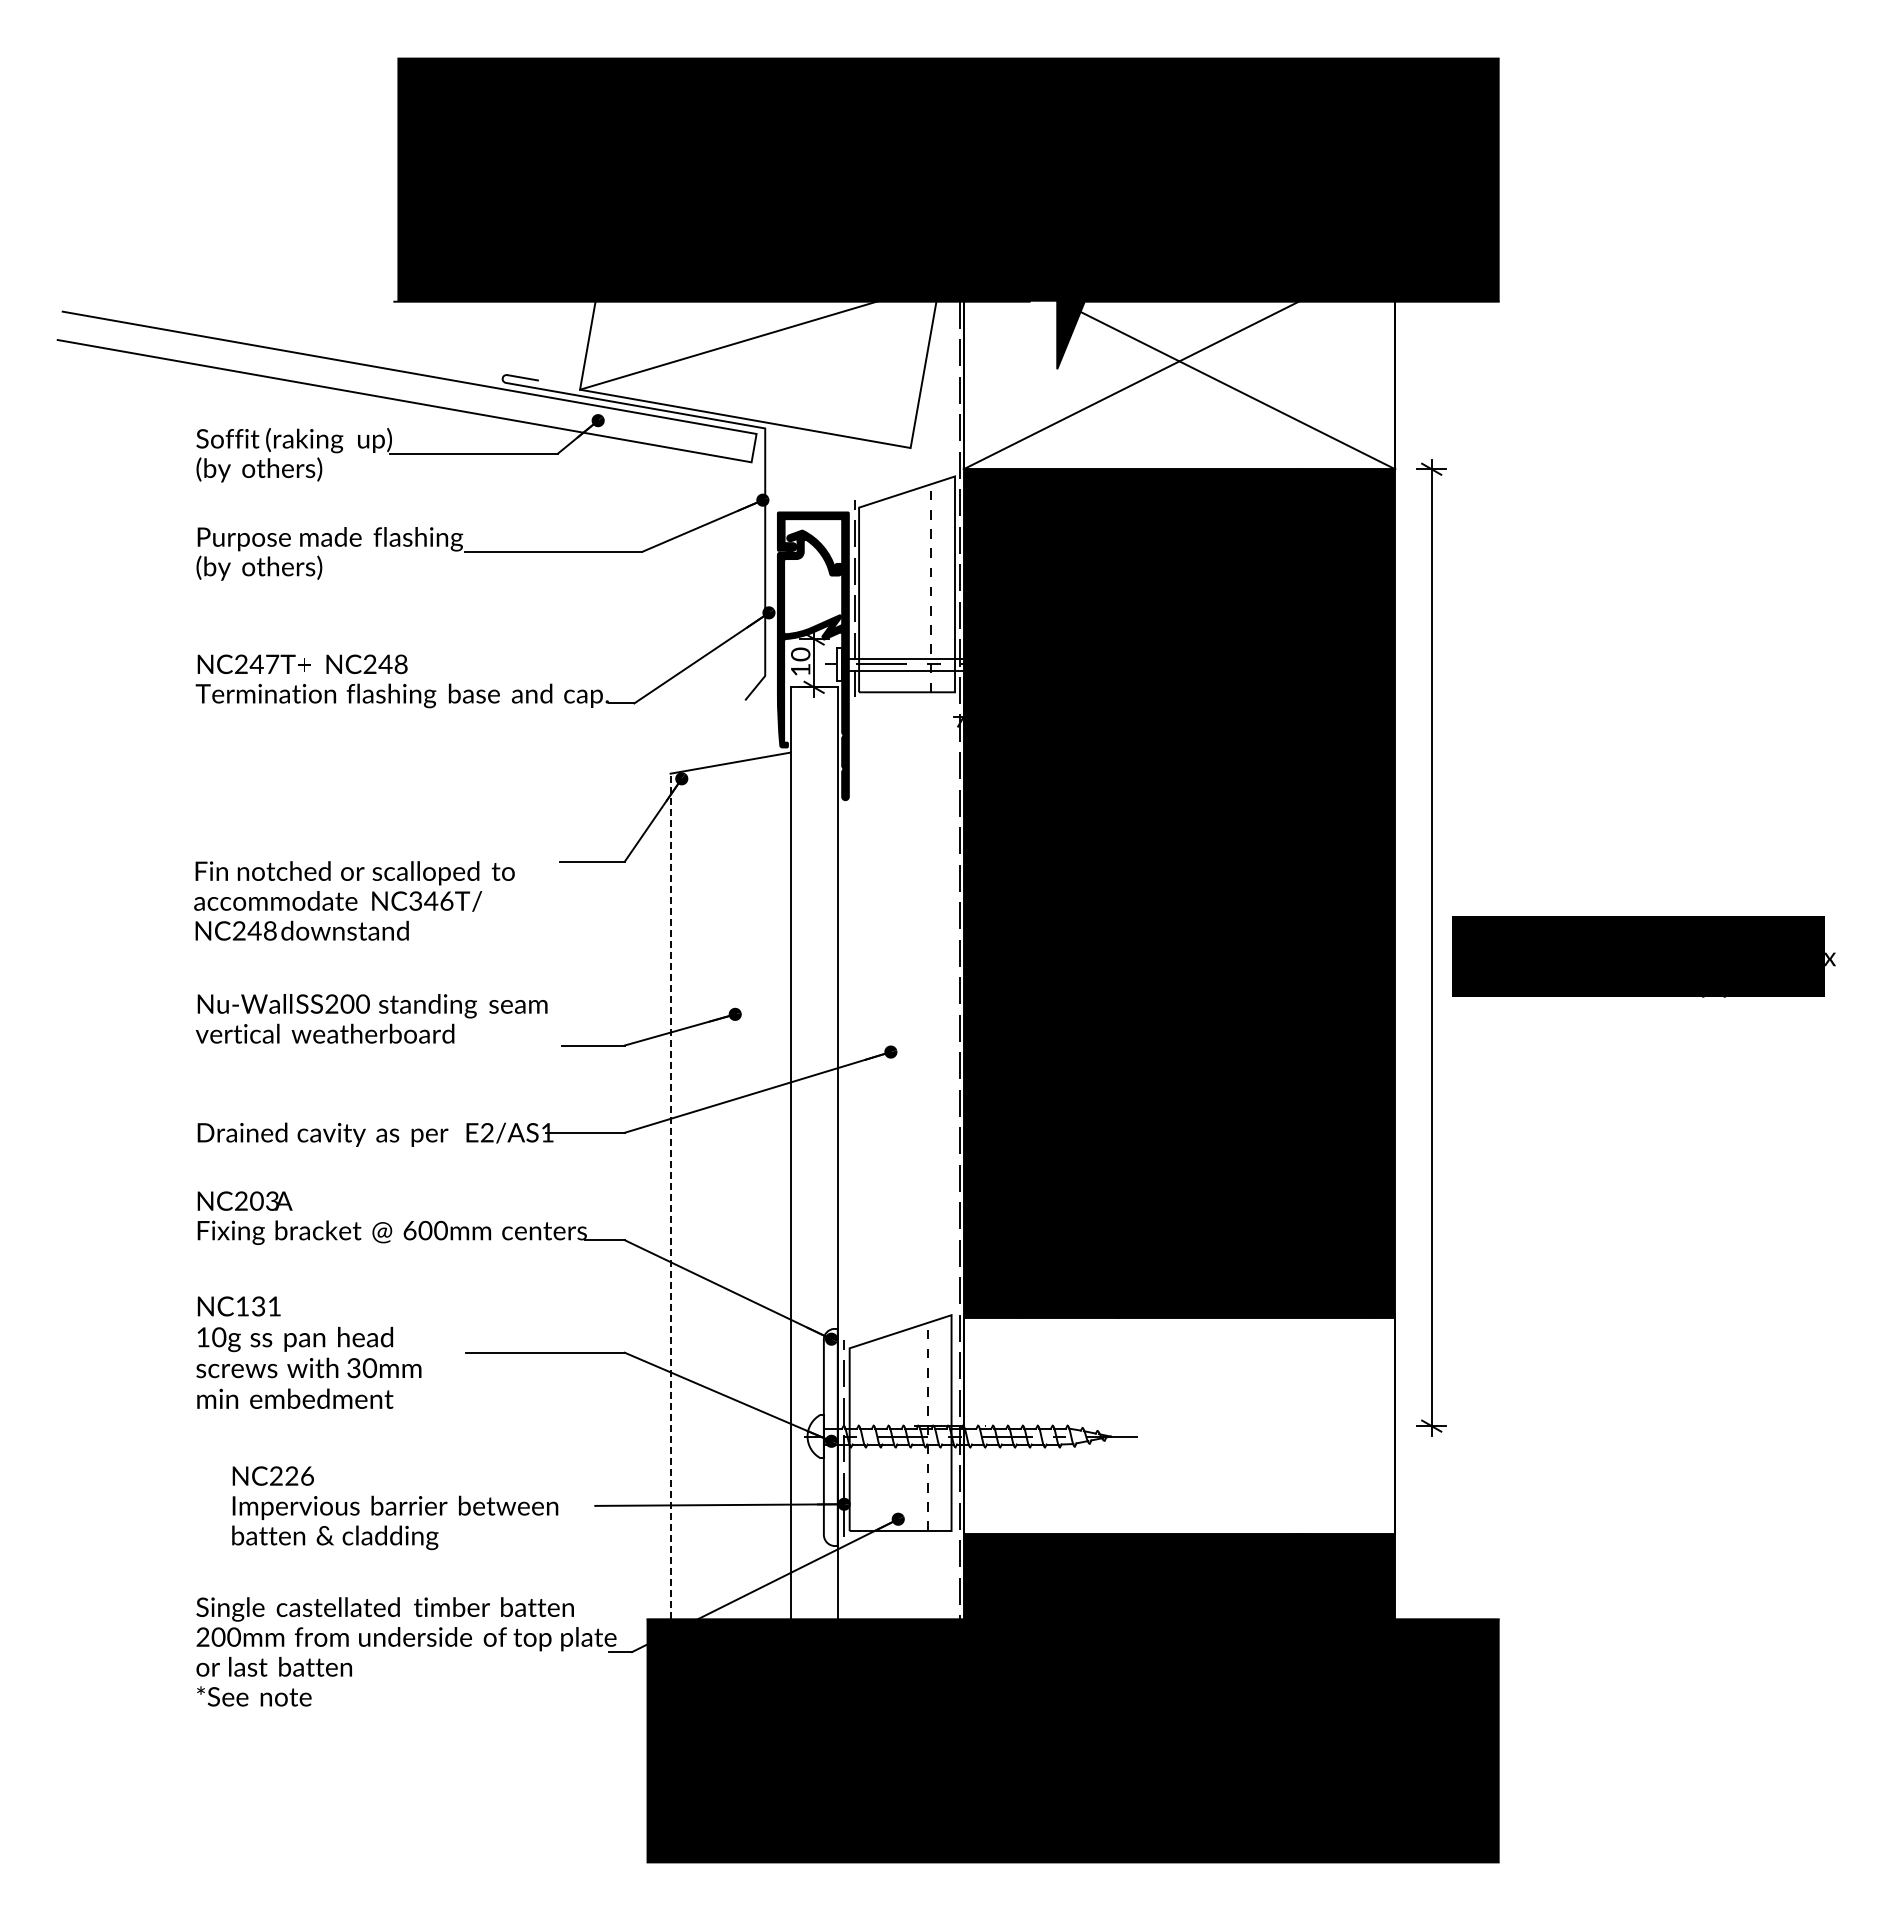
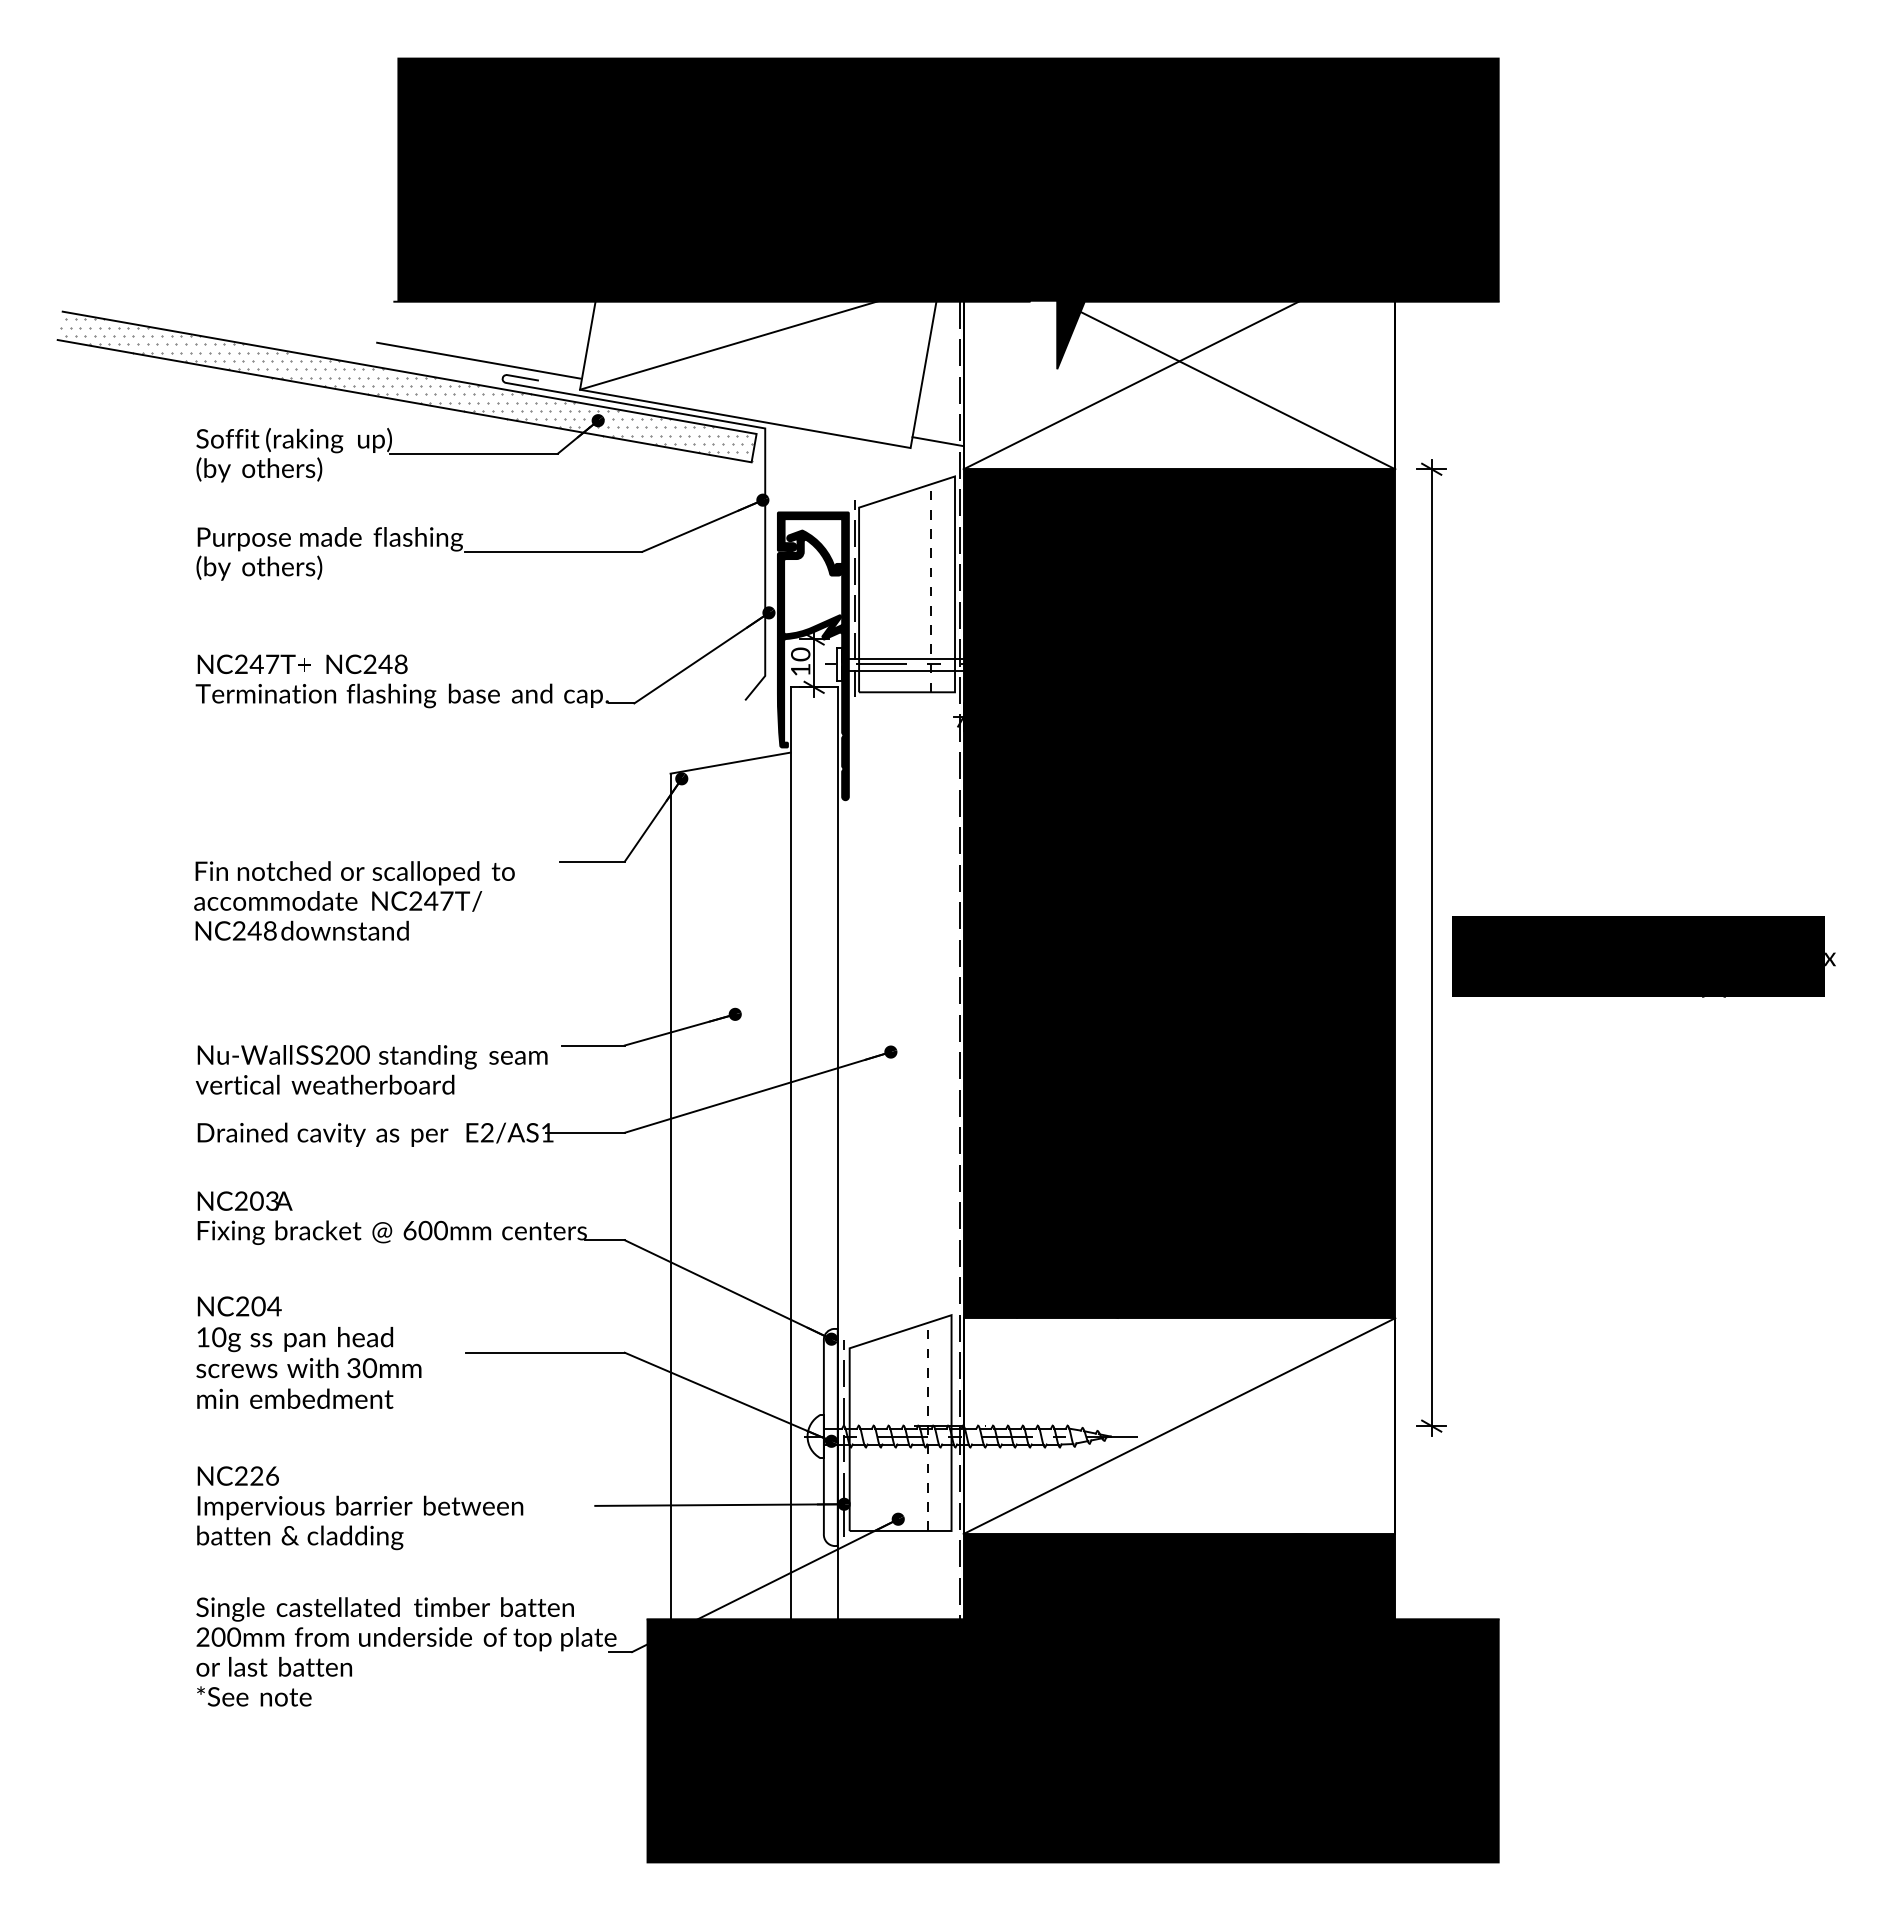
line at (478, 360): none -> present
hatch at (406, 389): none -> present
line at (937, 441): none -> present
text at (431, 900): NC346T -> NC247T
text at (371, 1018) position: (371, 1018) -> (371, 1069)
line at (670, 1196): dashed -> solid
text at (258, 1306): NC131 -> NC204
line at (1179, 1426): none -> present
text at (395, 1508) position: (395, 1508) -> (360, 1508)
